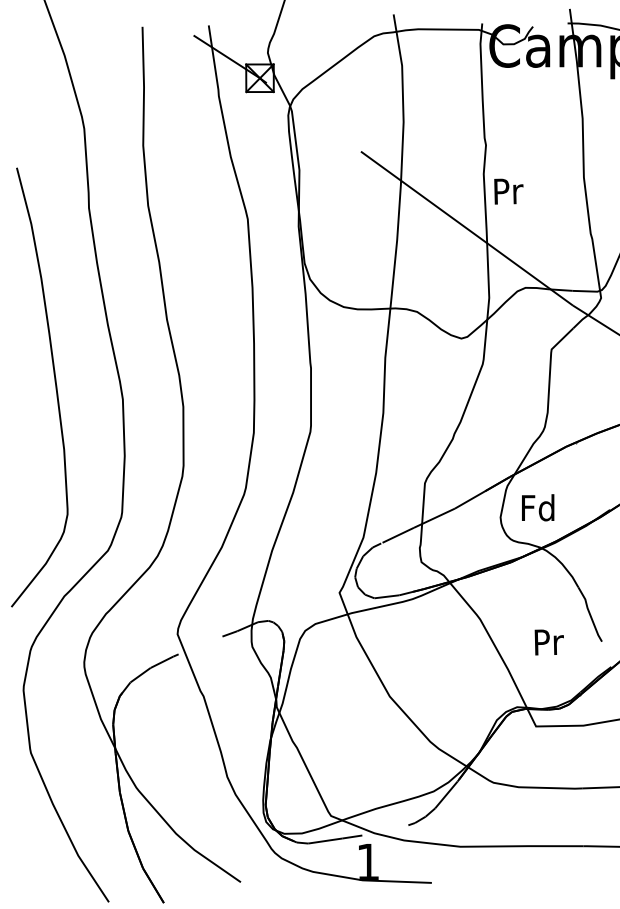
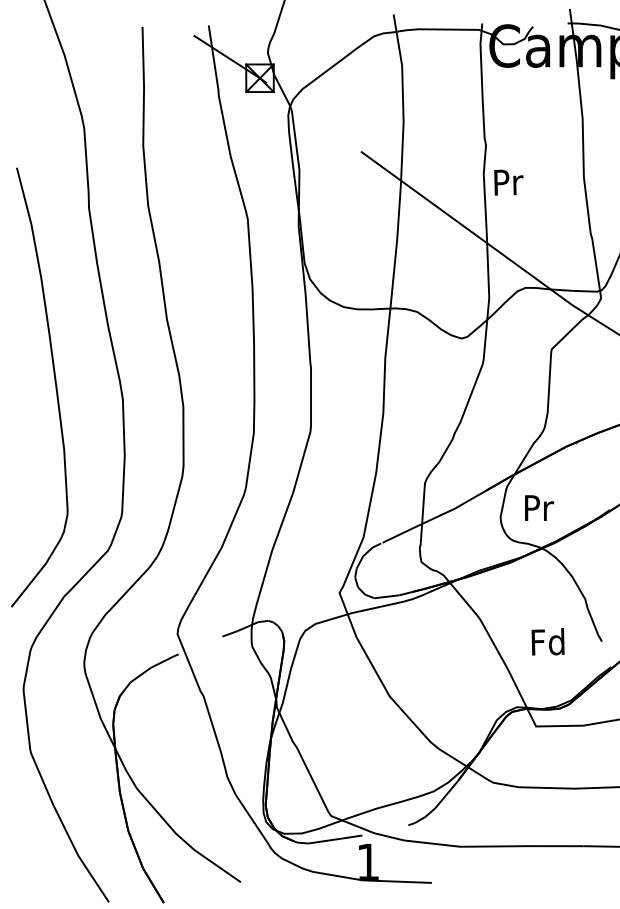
text at (508, 191) position: (508, 191) -> (508, 182)
text at (538, 507): Fd -> Pr
text at (547, 641): Pr -> Fd
